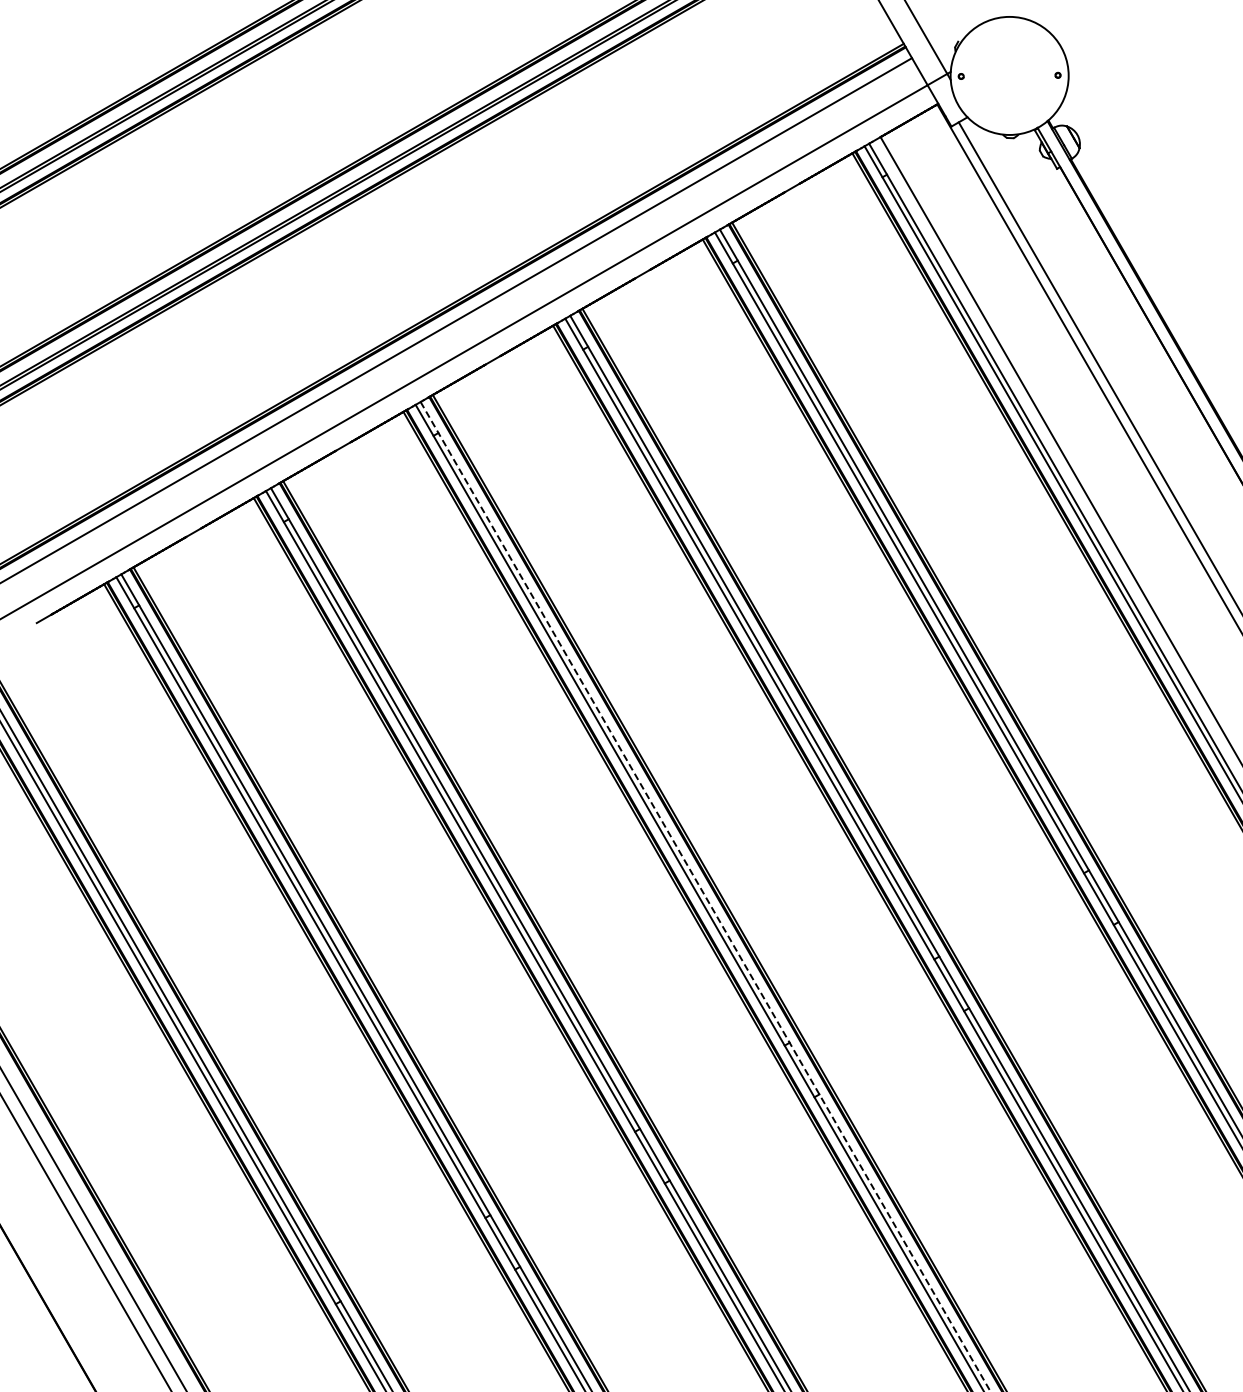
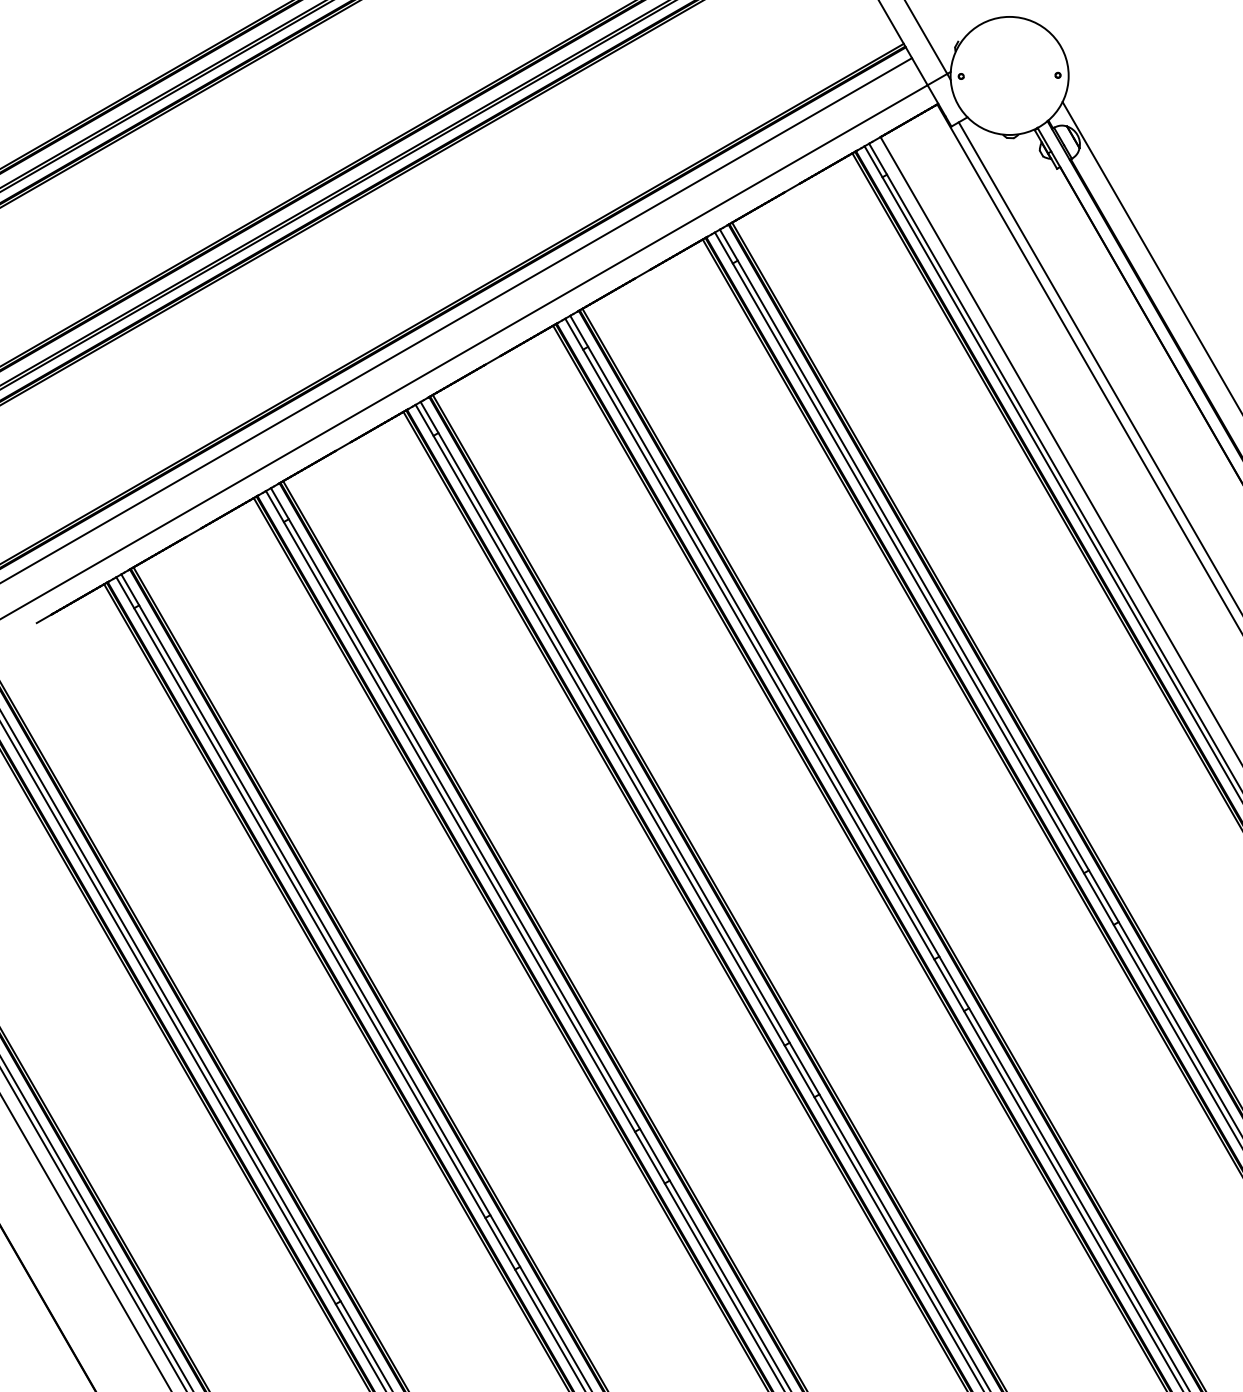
line at (1150, 255): none -> present
line at (705, 897): dashed -> solid
line at (96, 1223): none -> present
